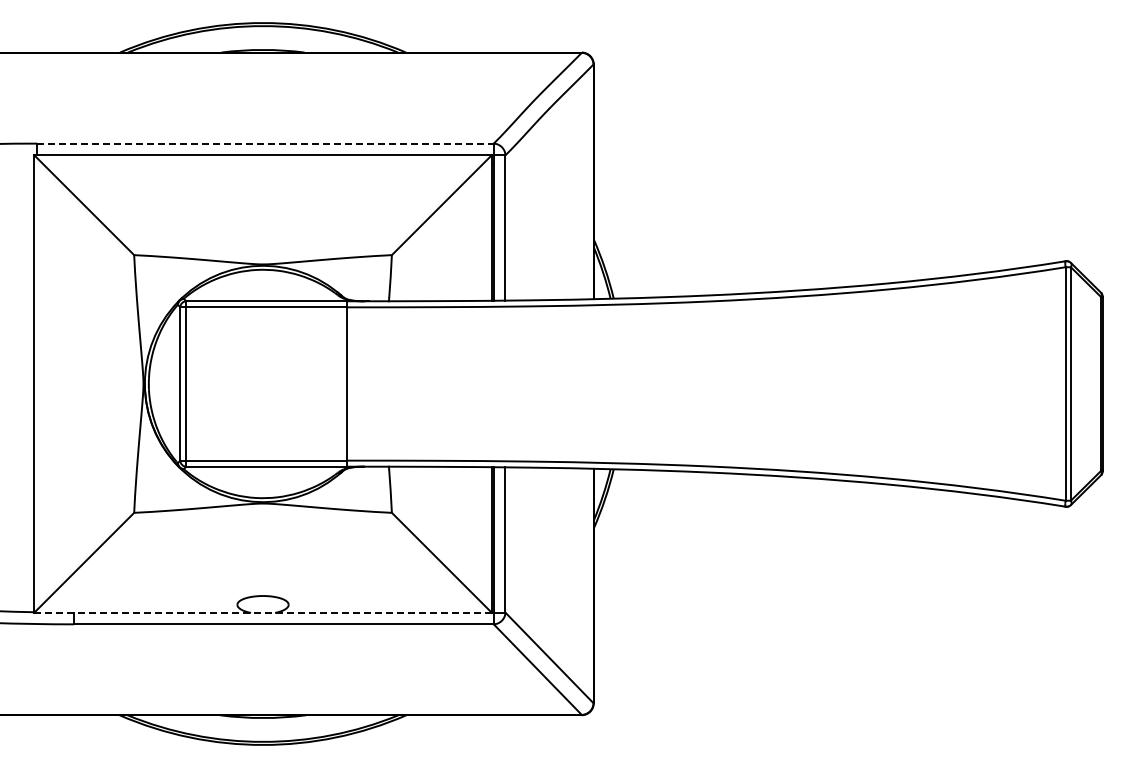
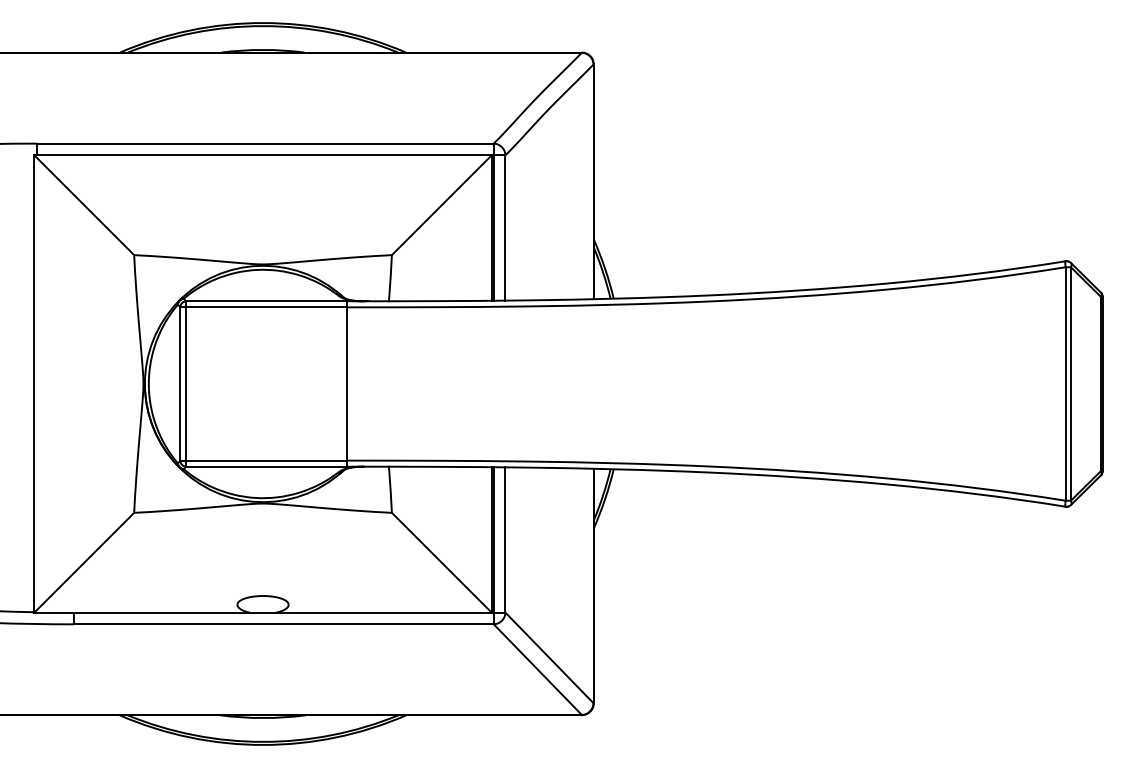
line at (266, 143): dashed -> solid
line at (263, 612): dashed -> solid
